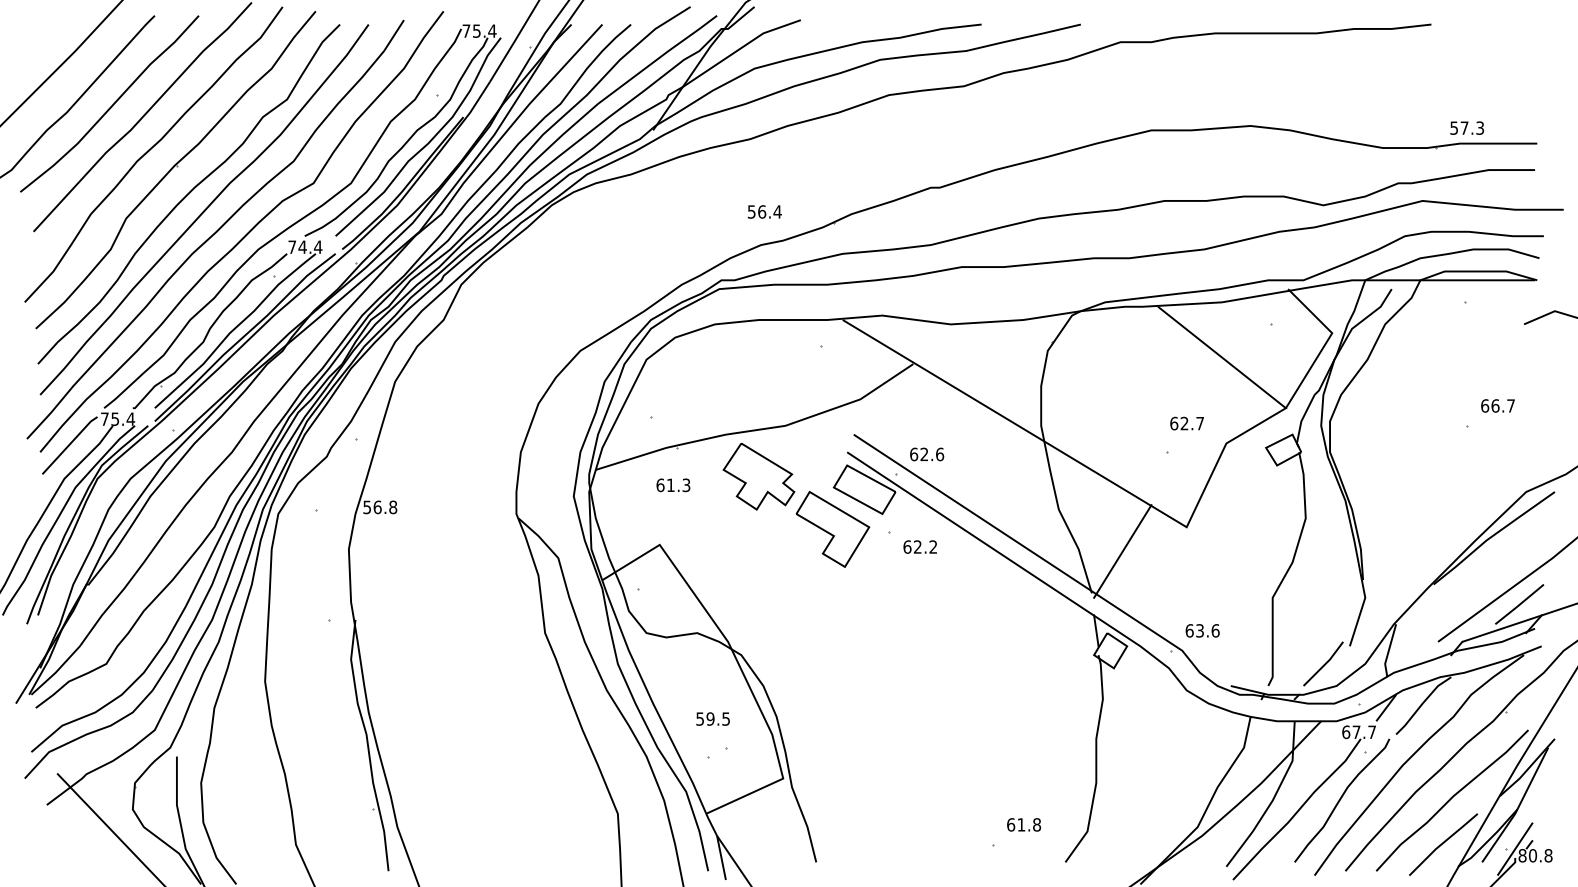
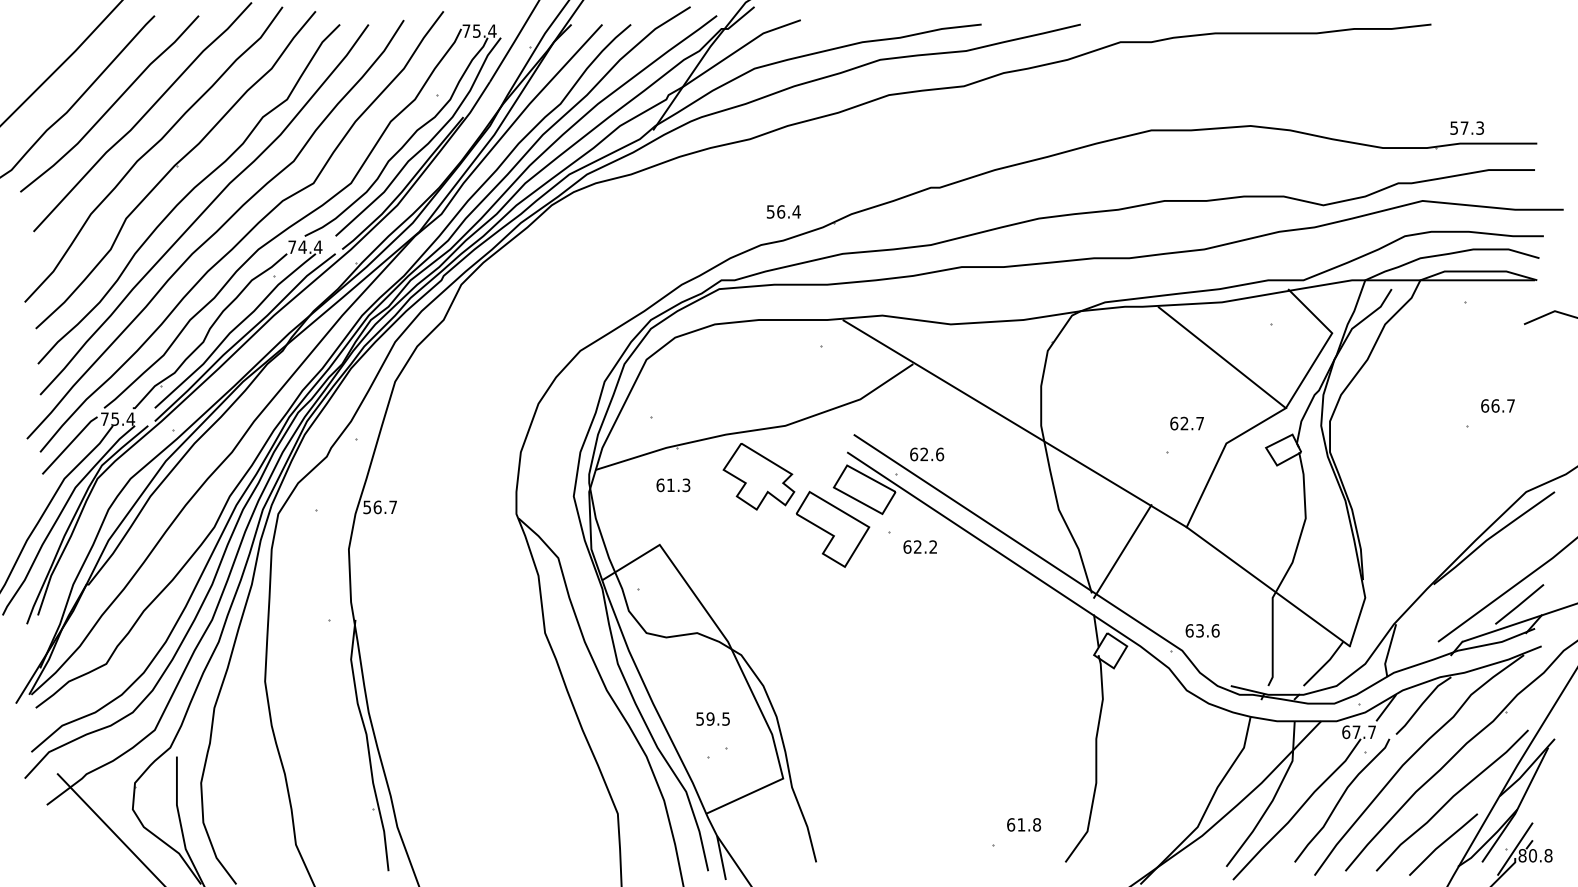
text at (764, 211) position: (764, 211) -> (783, 211)
text at (393, 507): 56.8 -> 56.7
line at (1267, 586): none -> present
